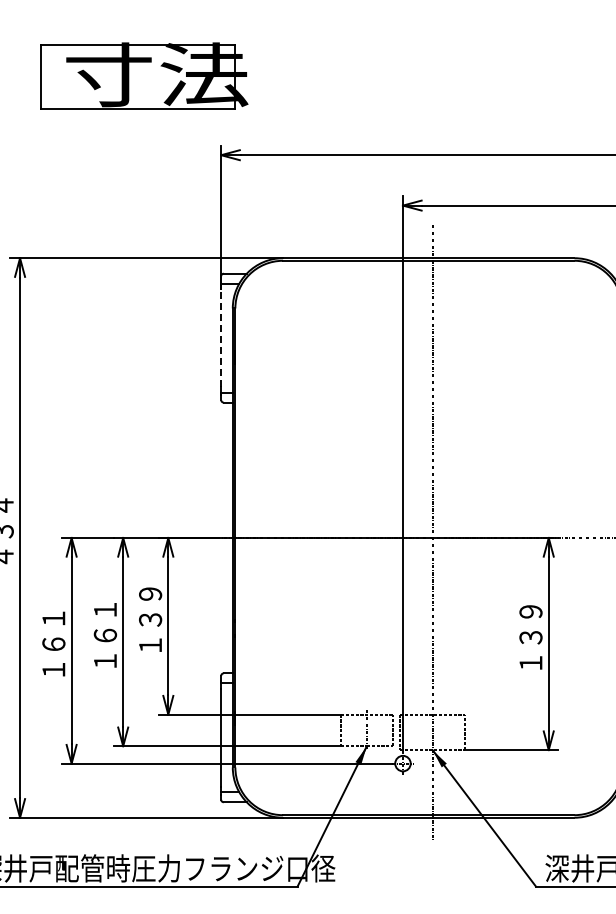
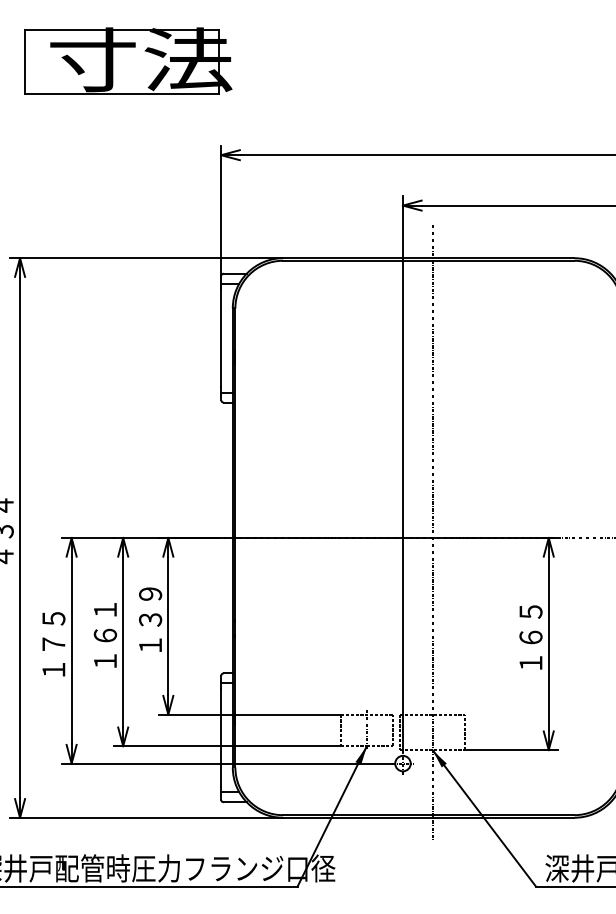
part at (144, 75) position: (144, 75) -> (128, 60)
line at (221, 338): dashed -> solid
text at (530, 624): １３９ -> １６５
text at (53, 630): １６１ -> １７５
